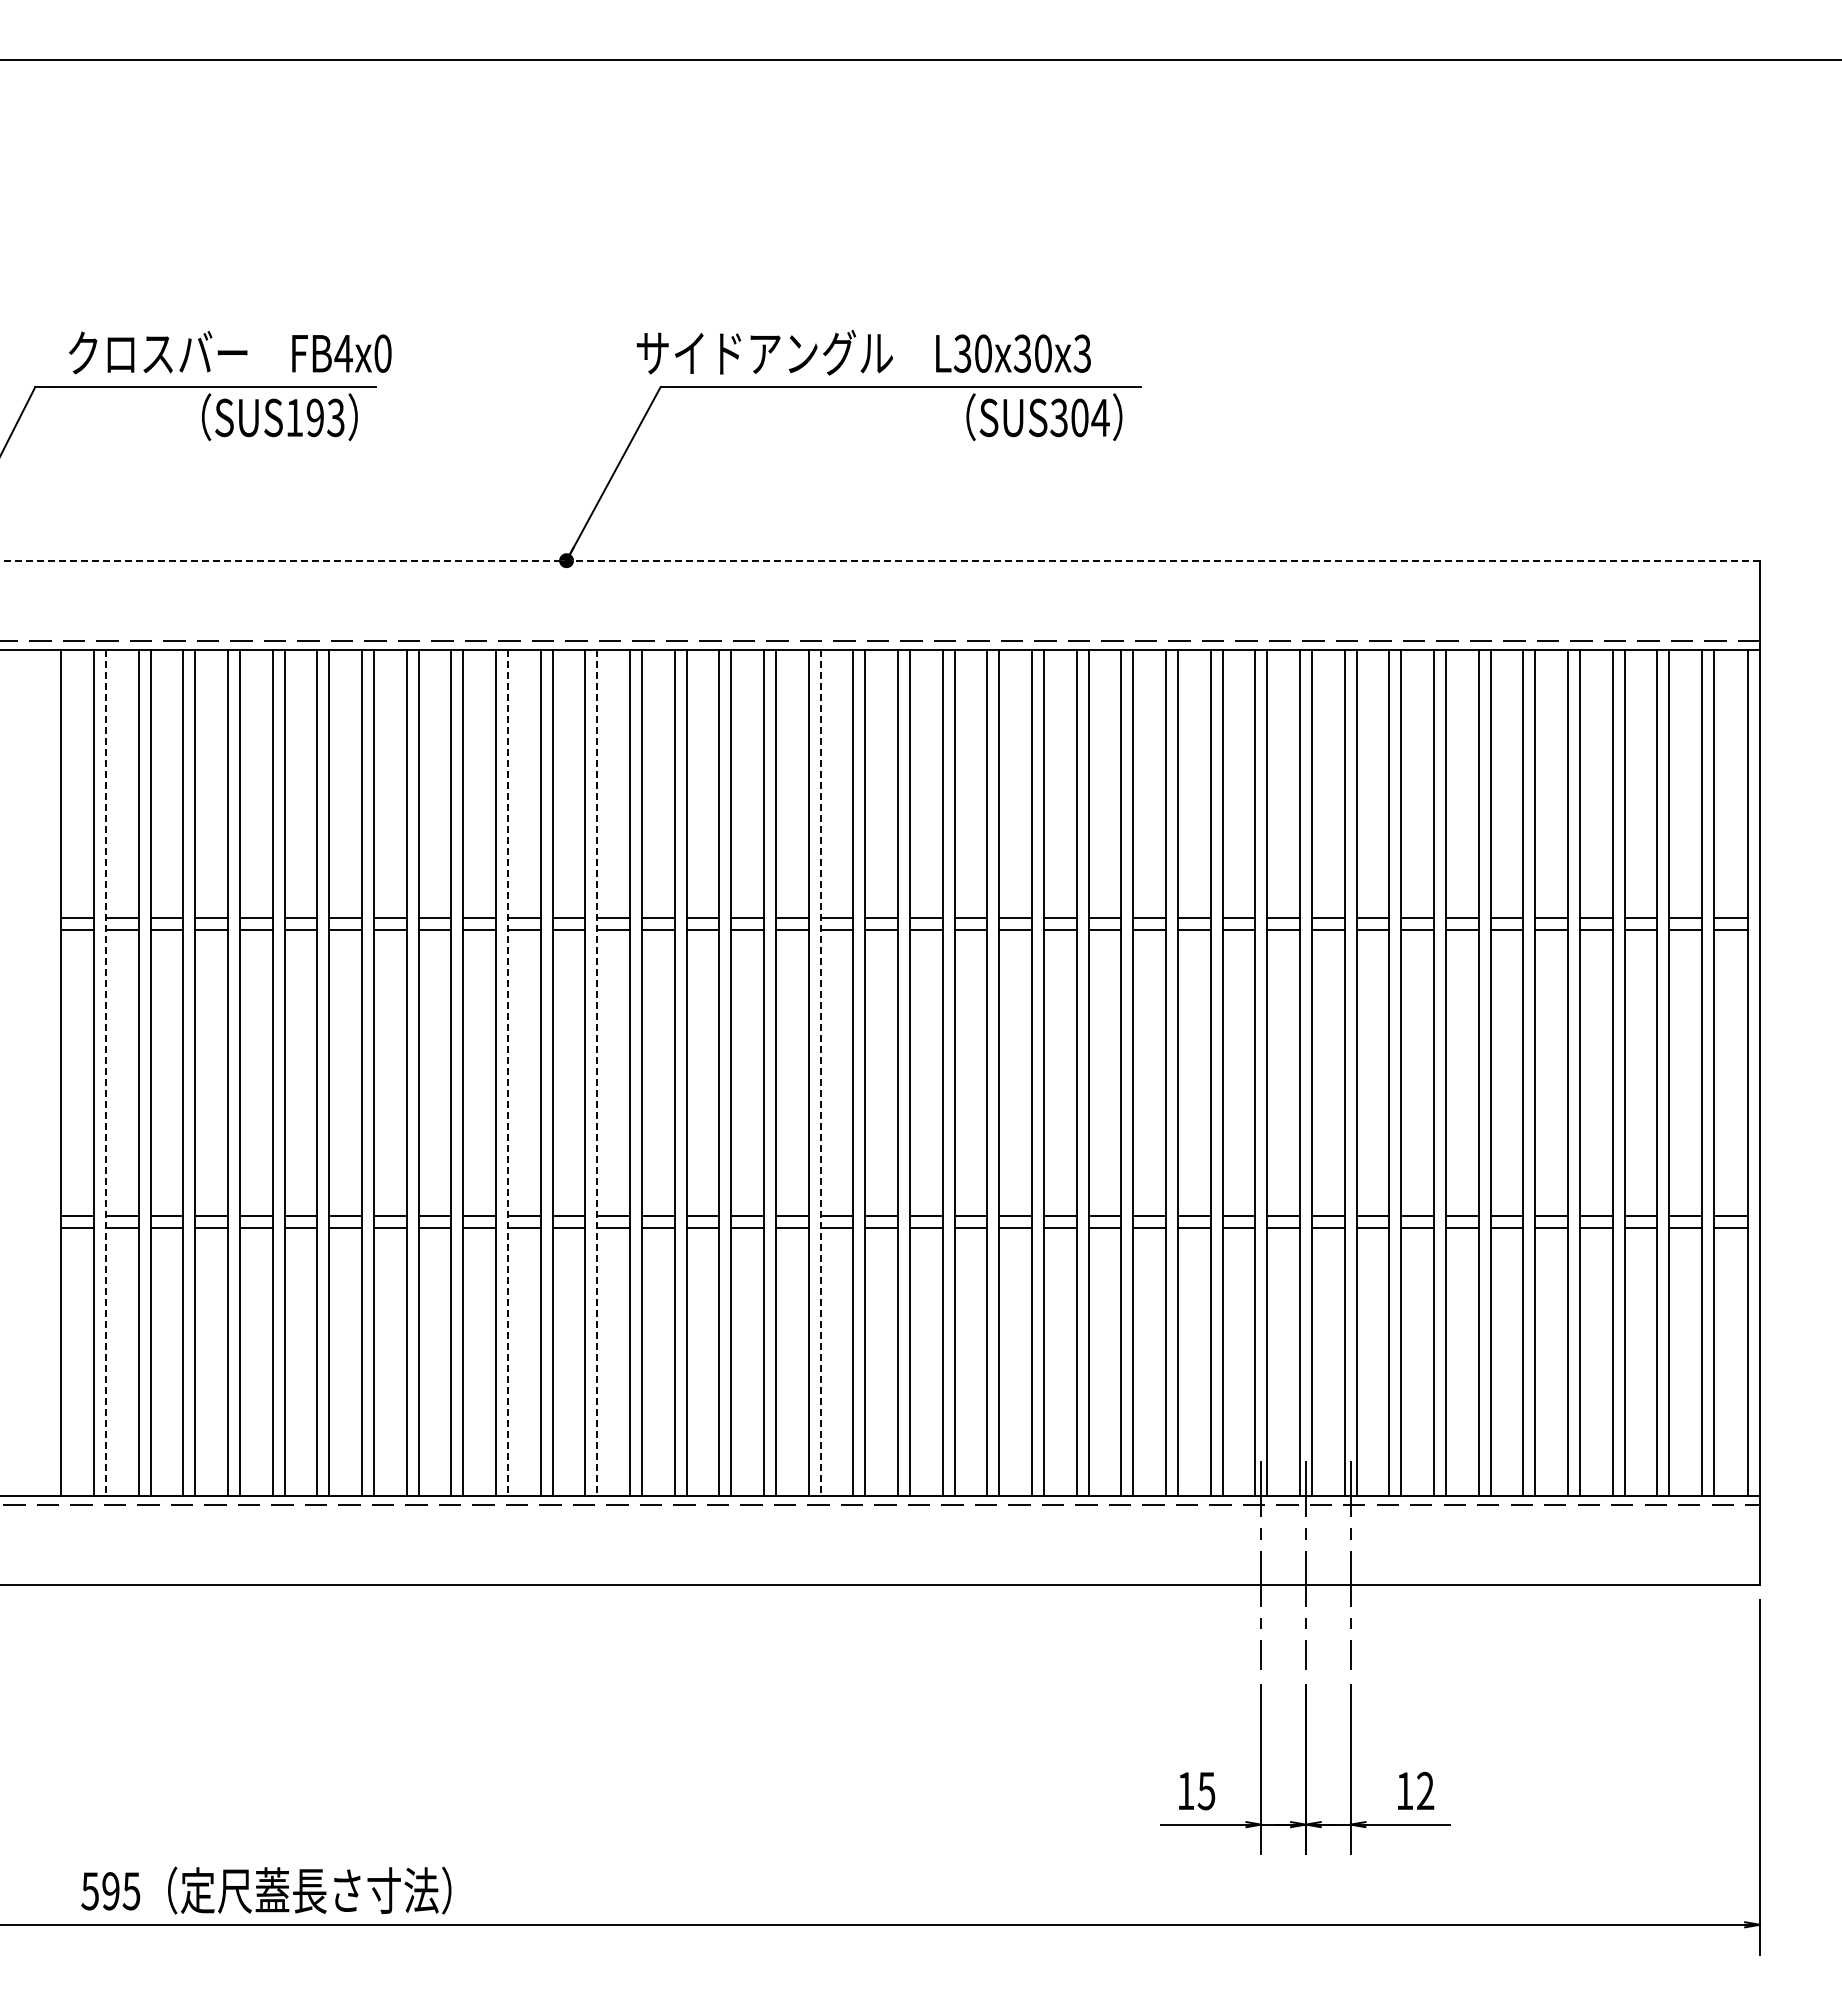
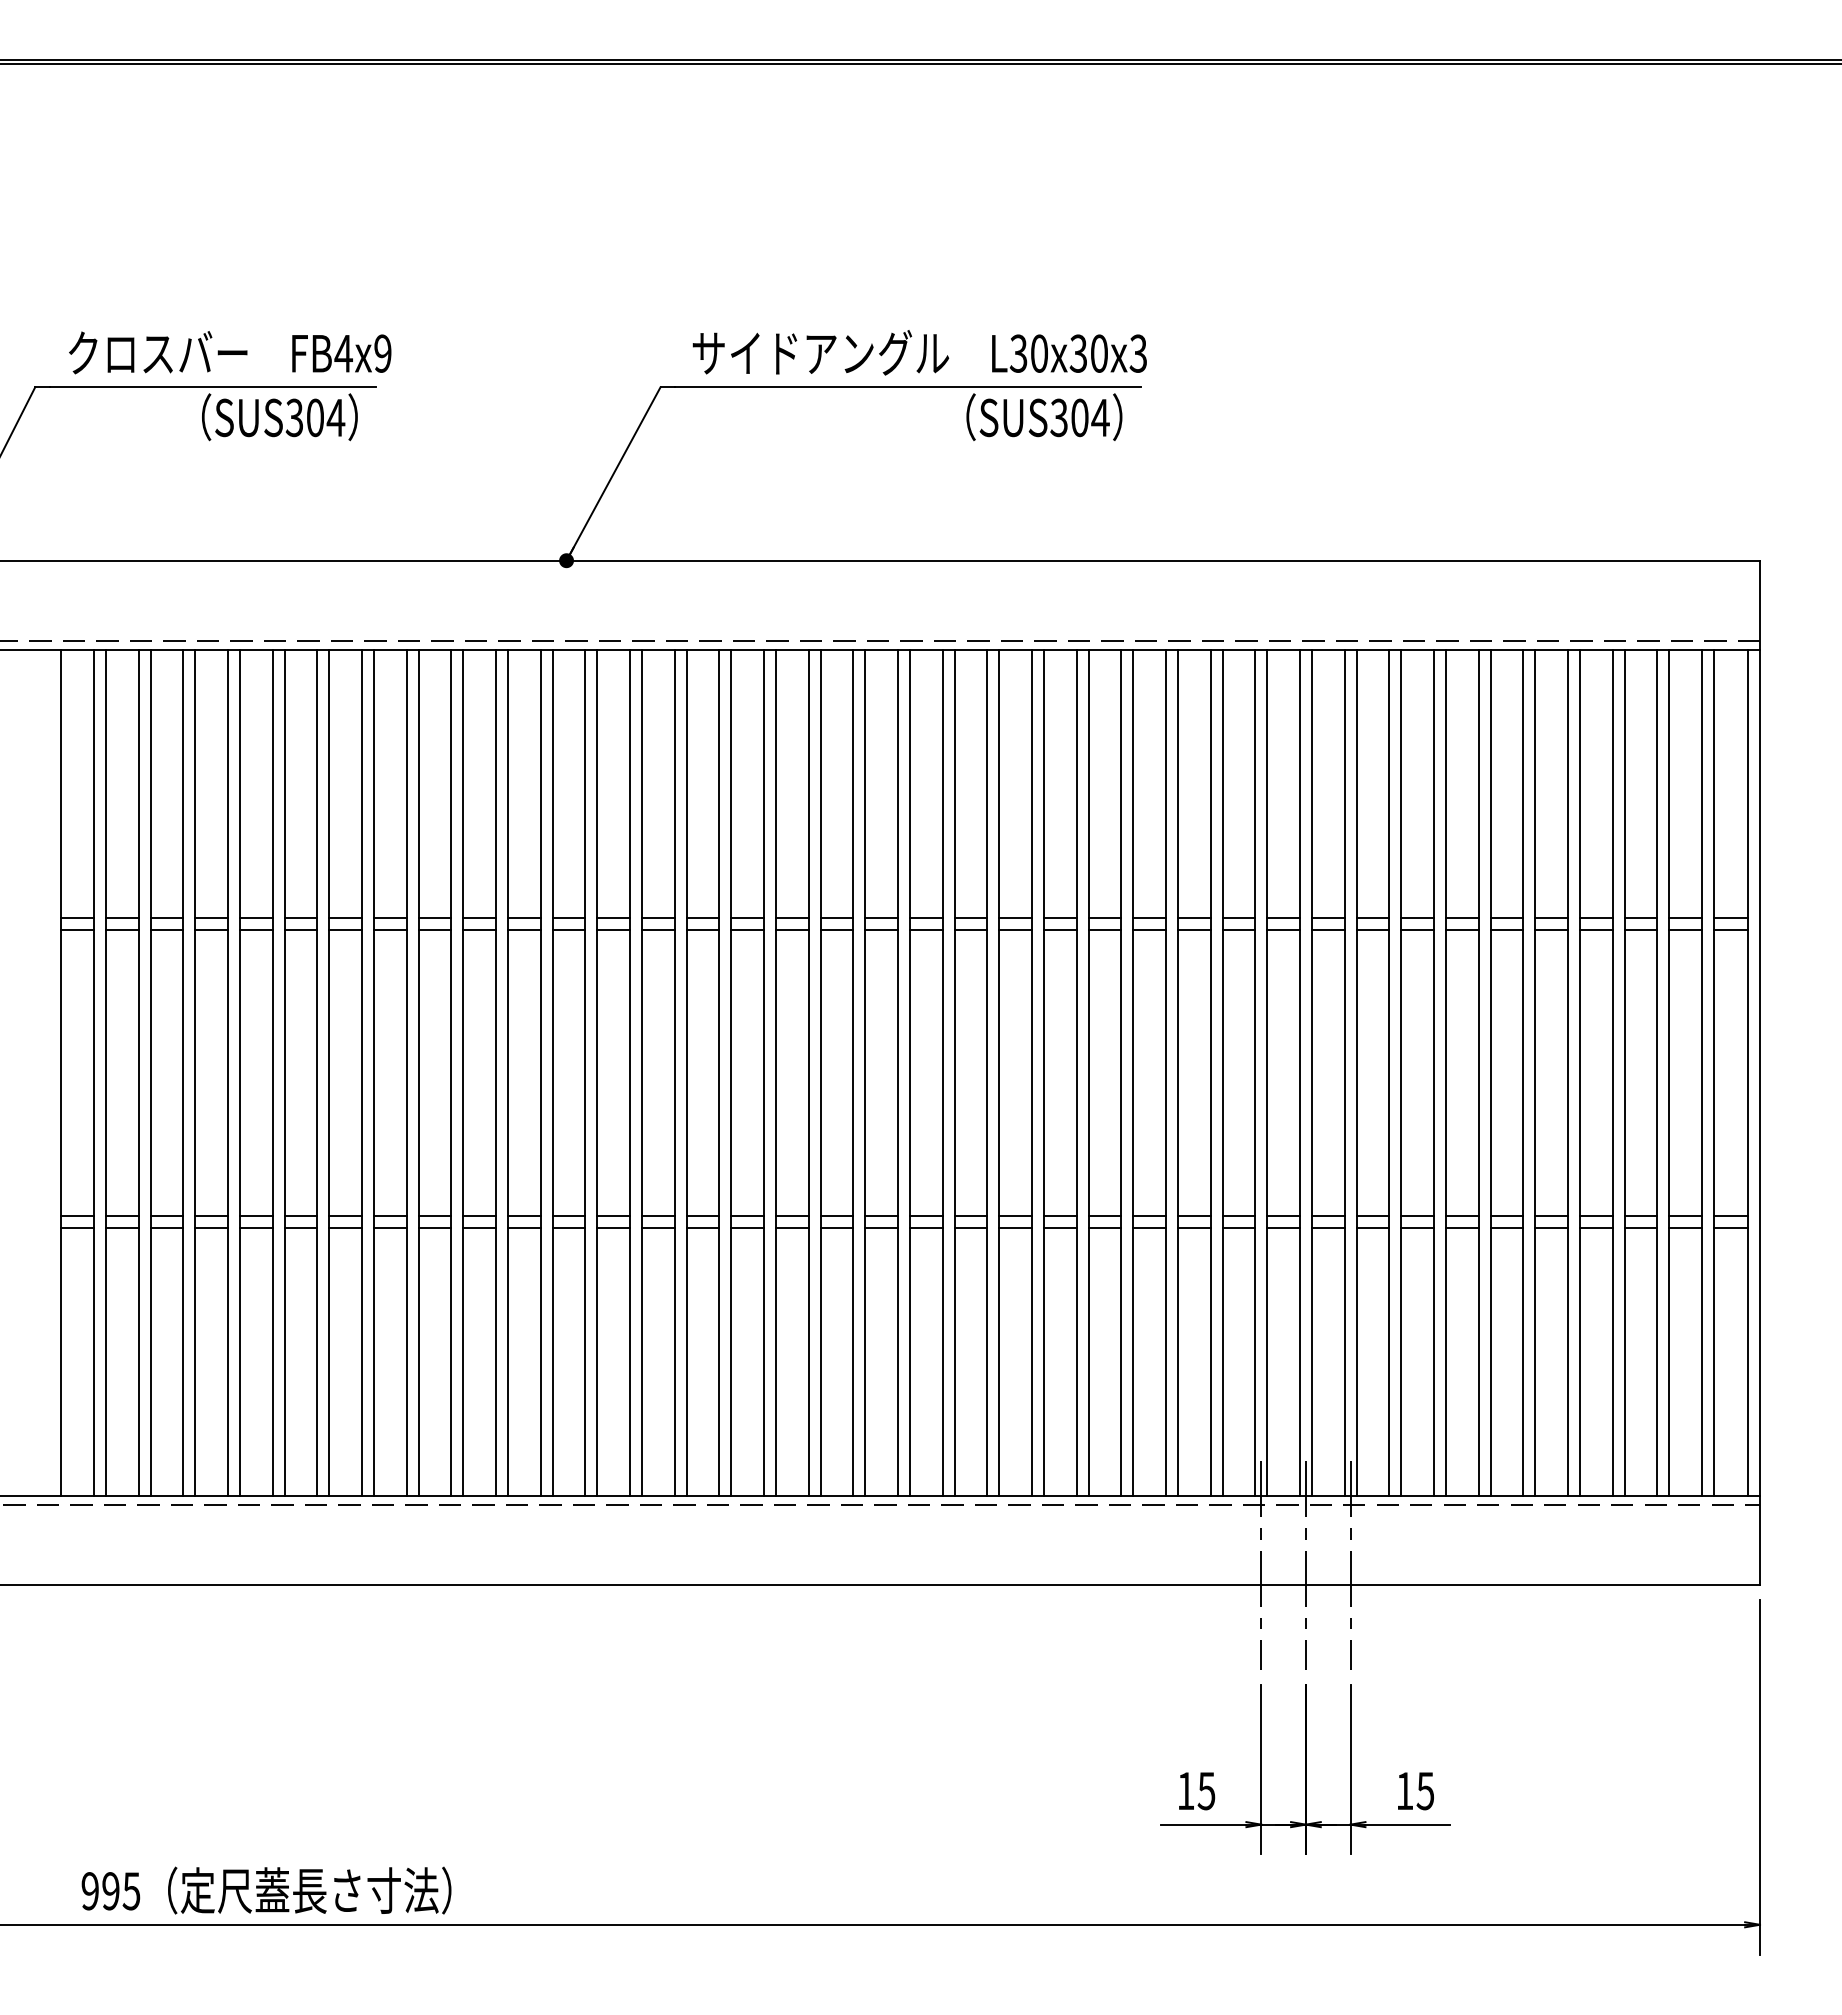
line at (920, 64): none -> present
text at (863, 352) position: (863, 352) -> (919, 352)
text at (382, 353): FB4x0 -> FB4x9
text at (315, 417): SUS193 -> SUS304
line at (880, 560): dashed -> solid
line at (106, 1072): dashed -> solid
line at (507, 1072): dashed -> solid
line at (597, 1072): dashed -> solid
line at (820, 1072): dashed -> solid
text at (1425, 1790): 12 -> 15
text at (89, 1891): 595 -> 995
